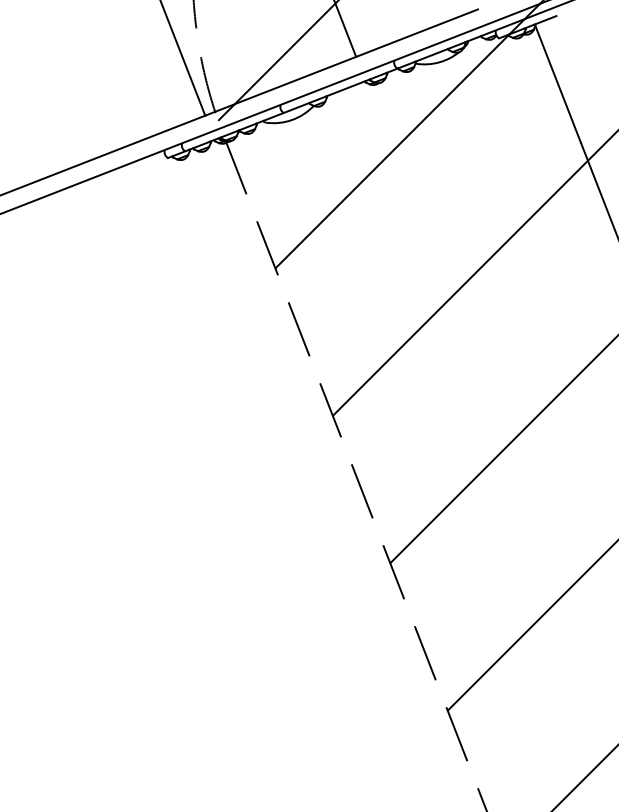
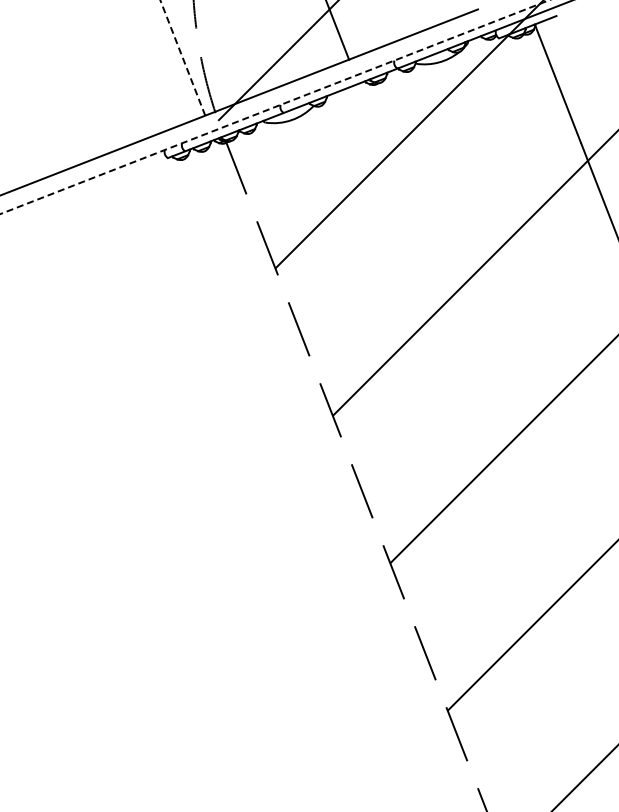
line at (345, 29) position: (345, 29) -> (337, 30)
line at (182, 58): solid -> dashed
line at (275, 106): solid -> dashed
